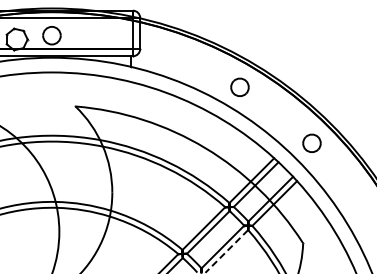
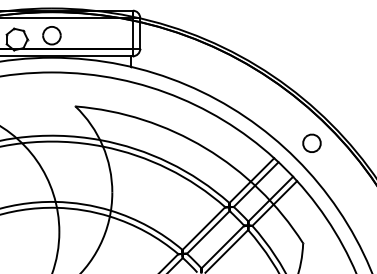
part at (239, 86): present -> none
line at (226, 251): dashed -> solid
